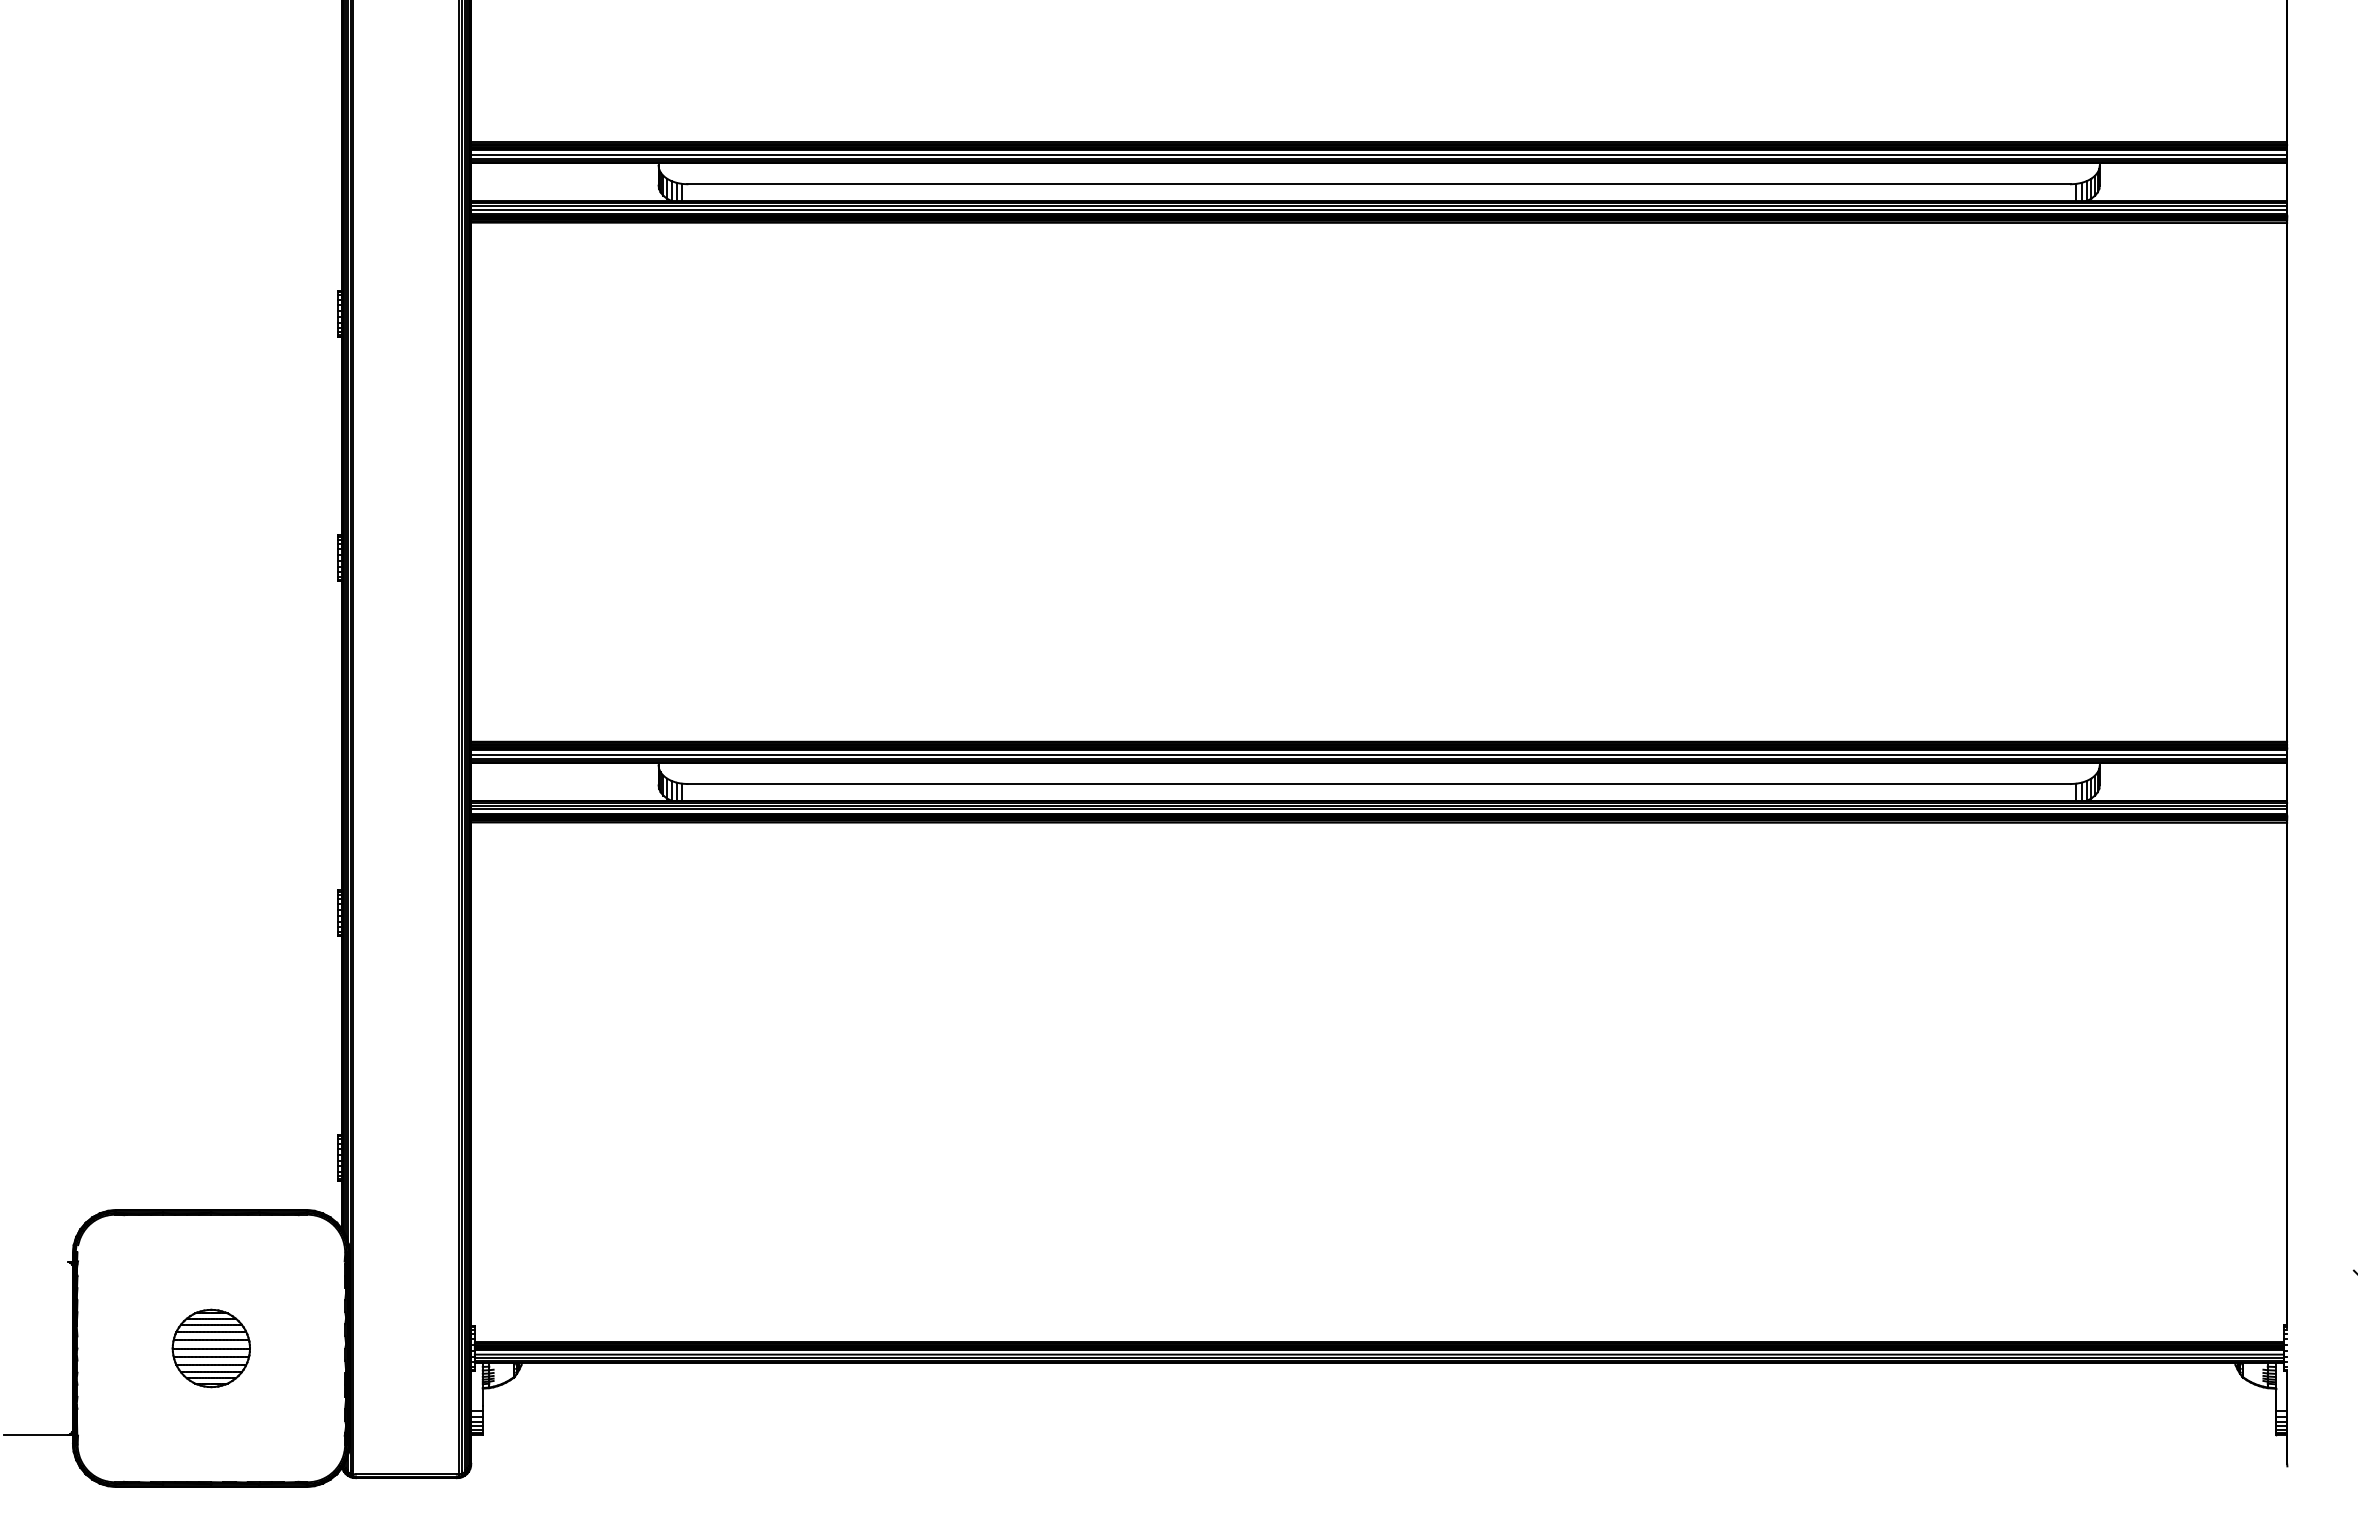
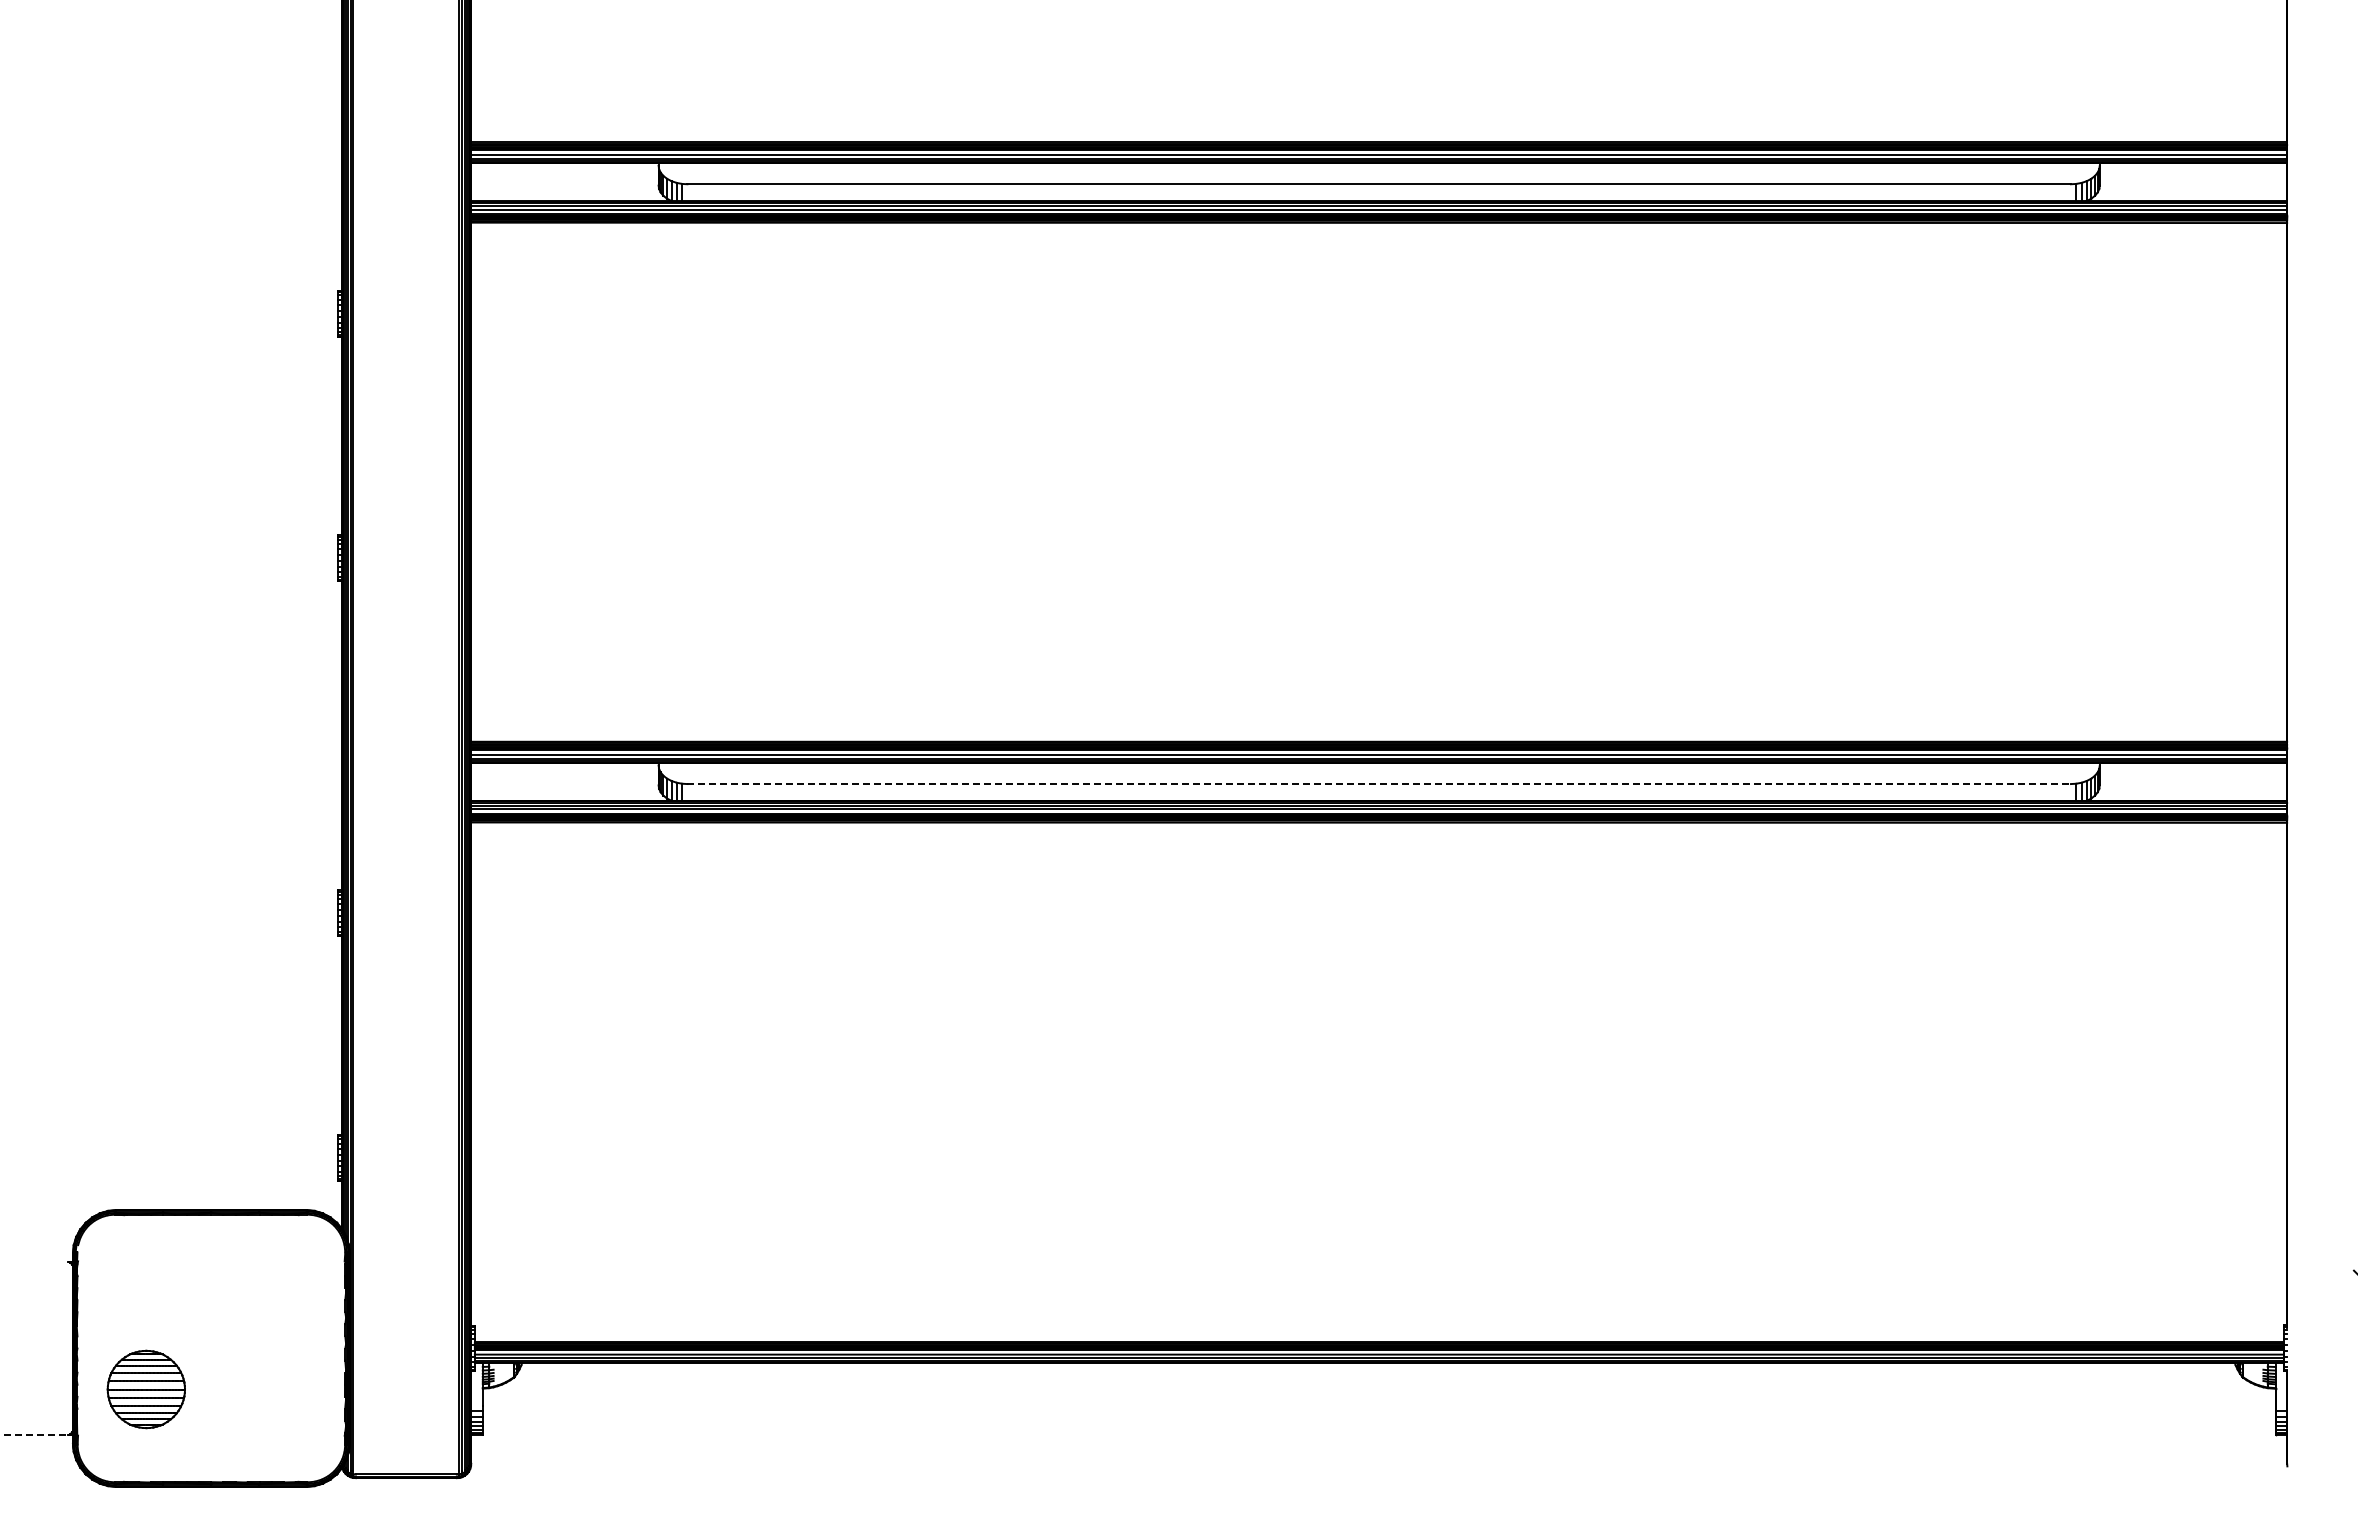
line at (1379, 784): solid -> dashed
part at (210, 1348) position: (210, 1348) -> (145, 1389)
line at (39, 1434): solid -> dashed
